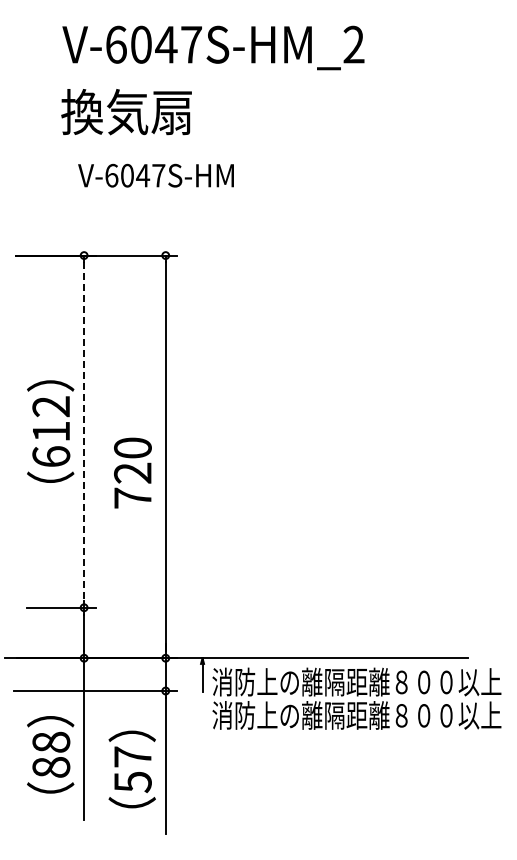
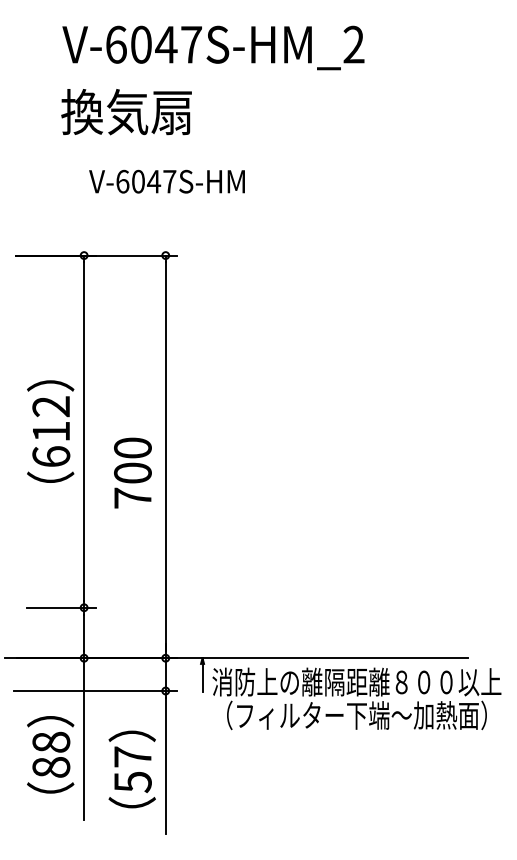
text at (155, 175) position: (155, 175) -> (166, 181)
line at (84, 432): dashed -> solid
text at (132, 472): 720 -> 700
text at (356, 715): 消防上の離隔距離８００以上 -> （フィルター下端～加熱面）
